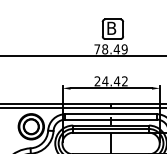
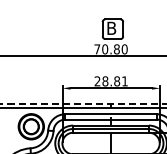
text at (114, 49): 78.49 -> 70.80
text at (114, 81): 24.42 -> 28.81
line at (84, 103): solid -> dashed
